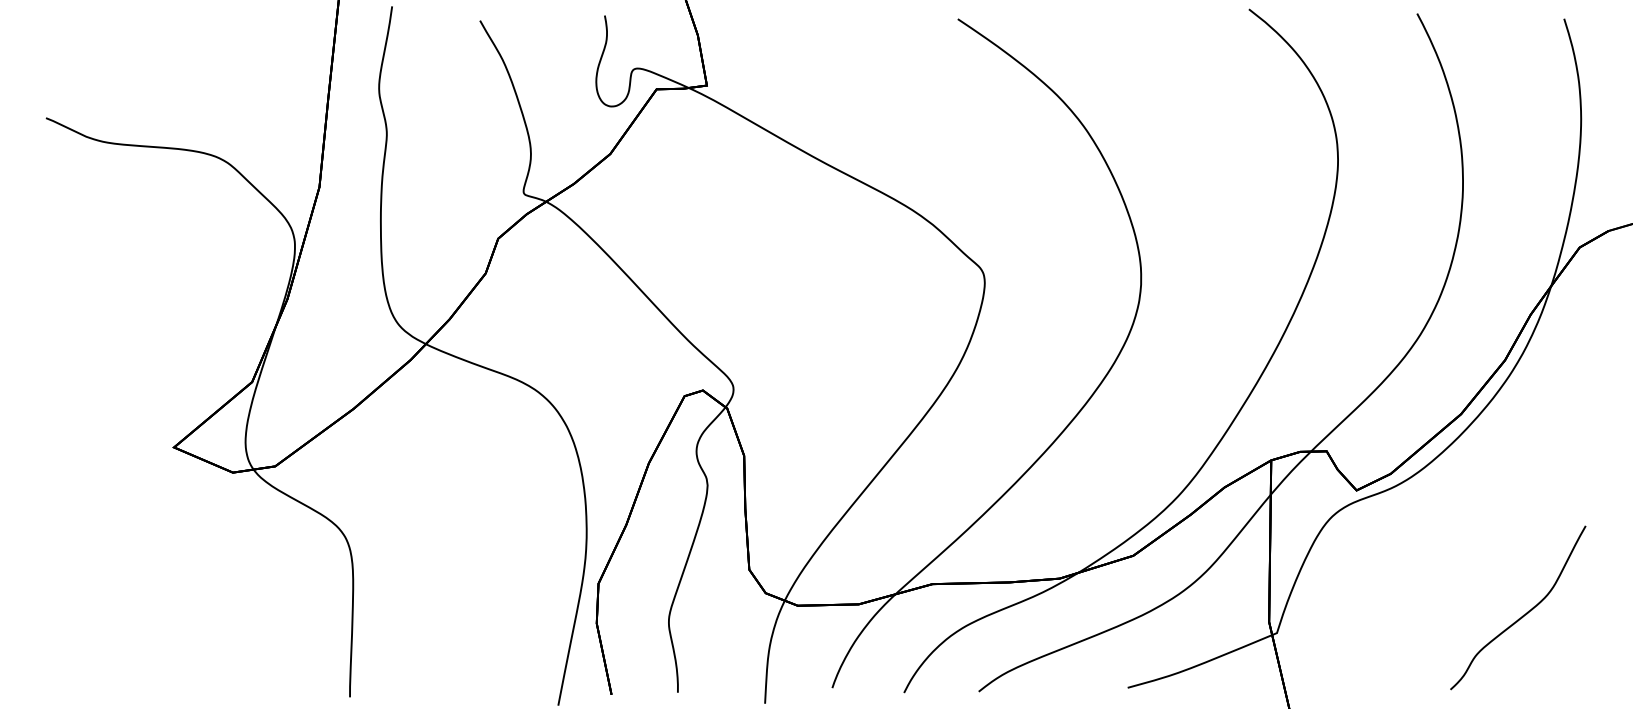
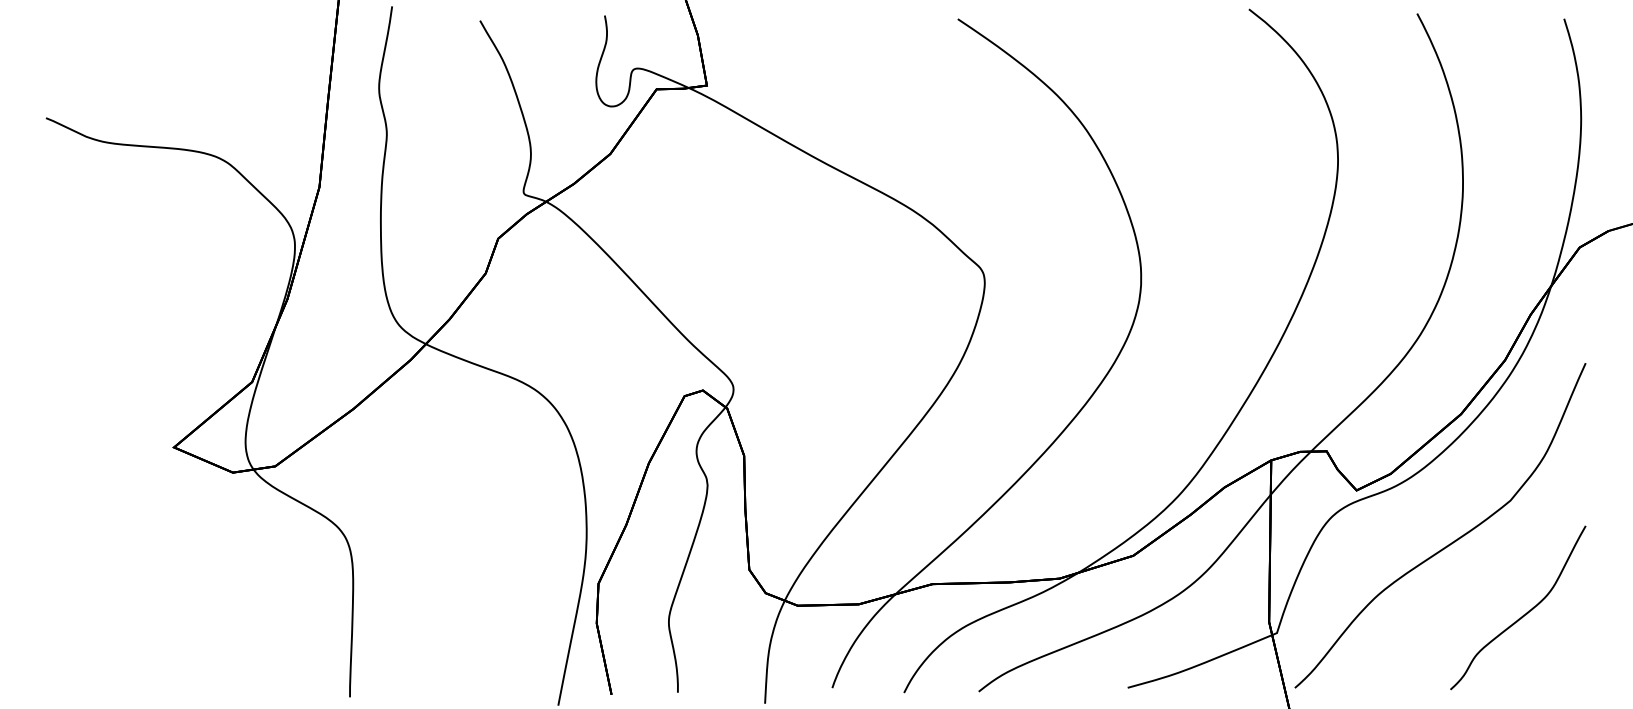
part at (1452, 541): none -> present
